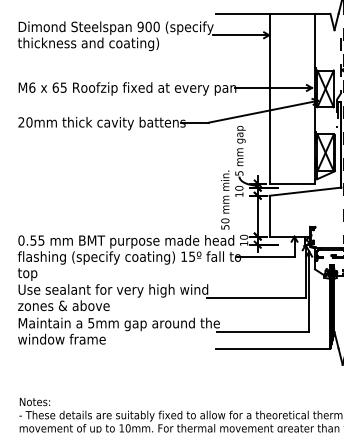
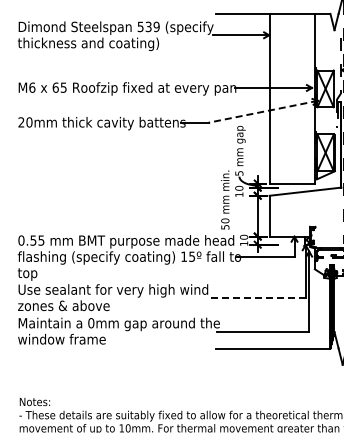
text at (148, 26): 900 -> 539
line at (263, 111): solid -> dashed
line at (256, 298): solid -> dashed
text at (91, 323): 5mm -> 0mm
